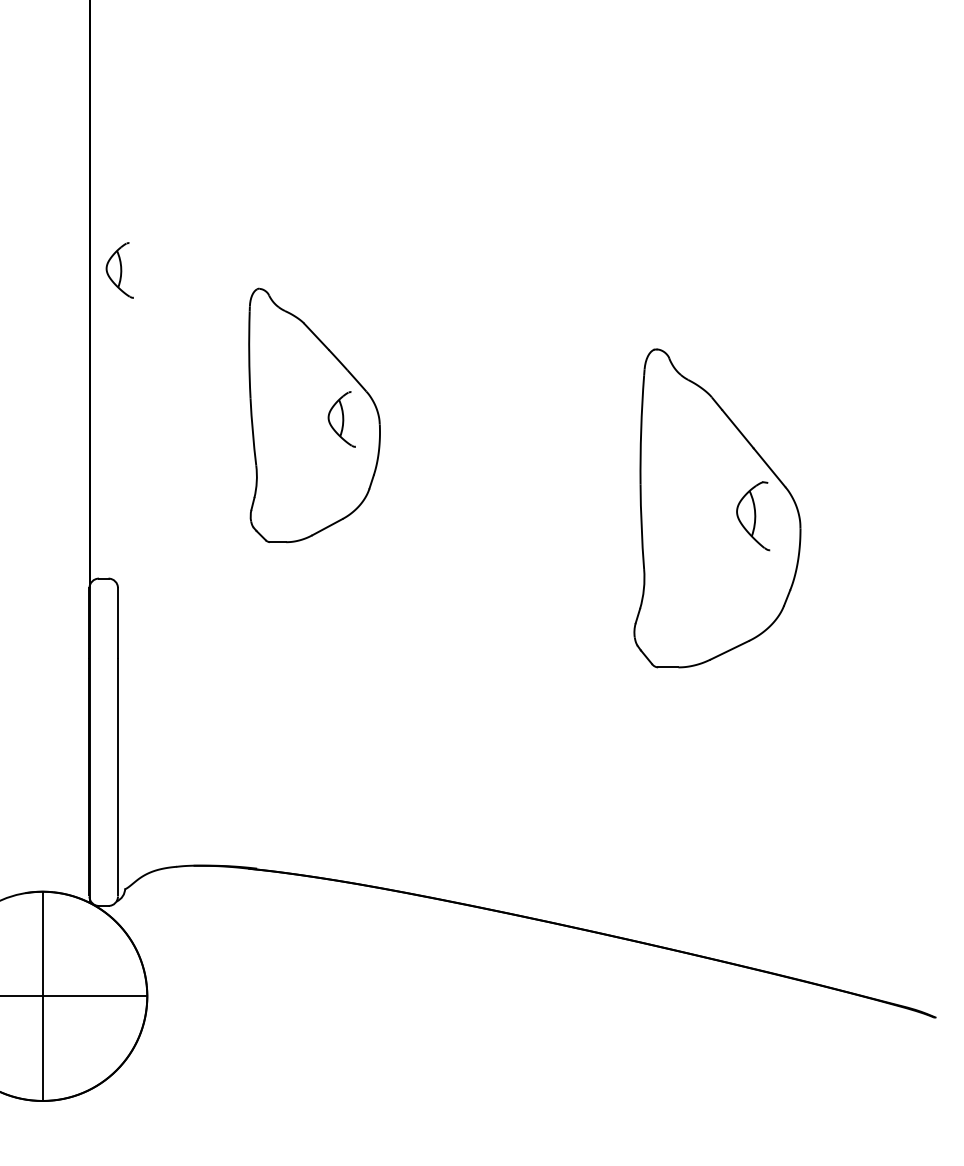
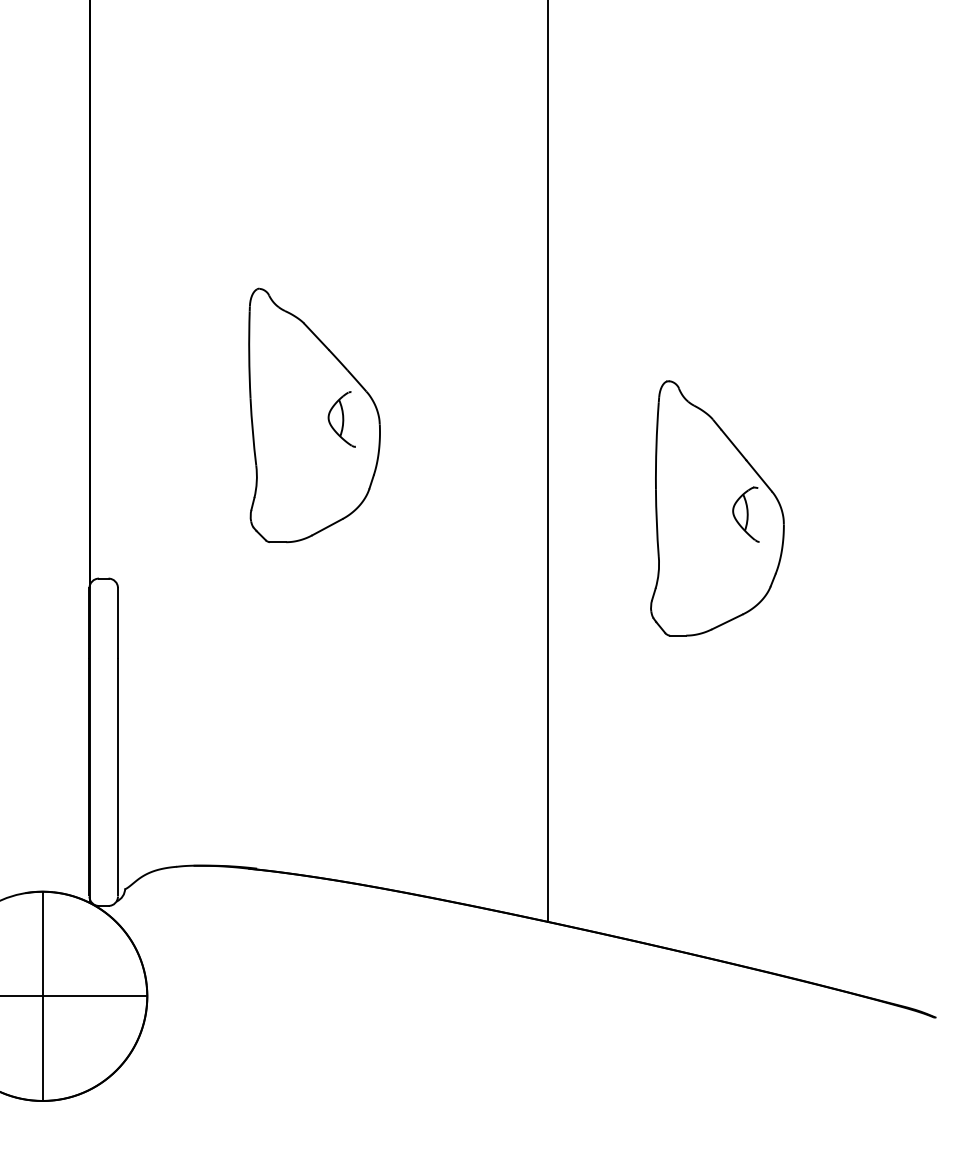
part at (119, 270): present -> none
line at (548, 462): none -> present
part at (717, 508) size: 169x321 px -> 135x257 px
